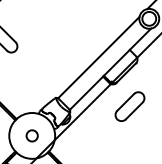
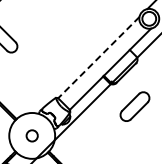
line at (98, 57): solid -> dashed
part at (129, 106) position: (129, 106) -> (134, 106)
